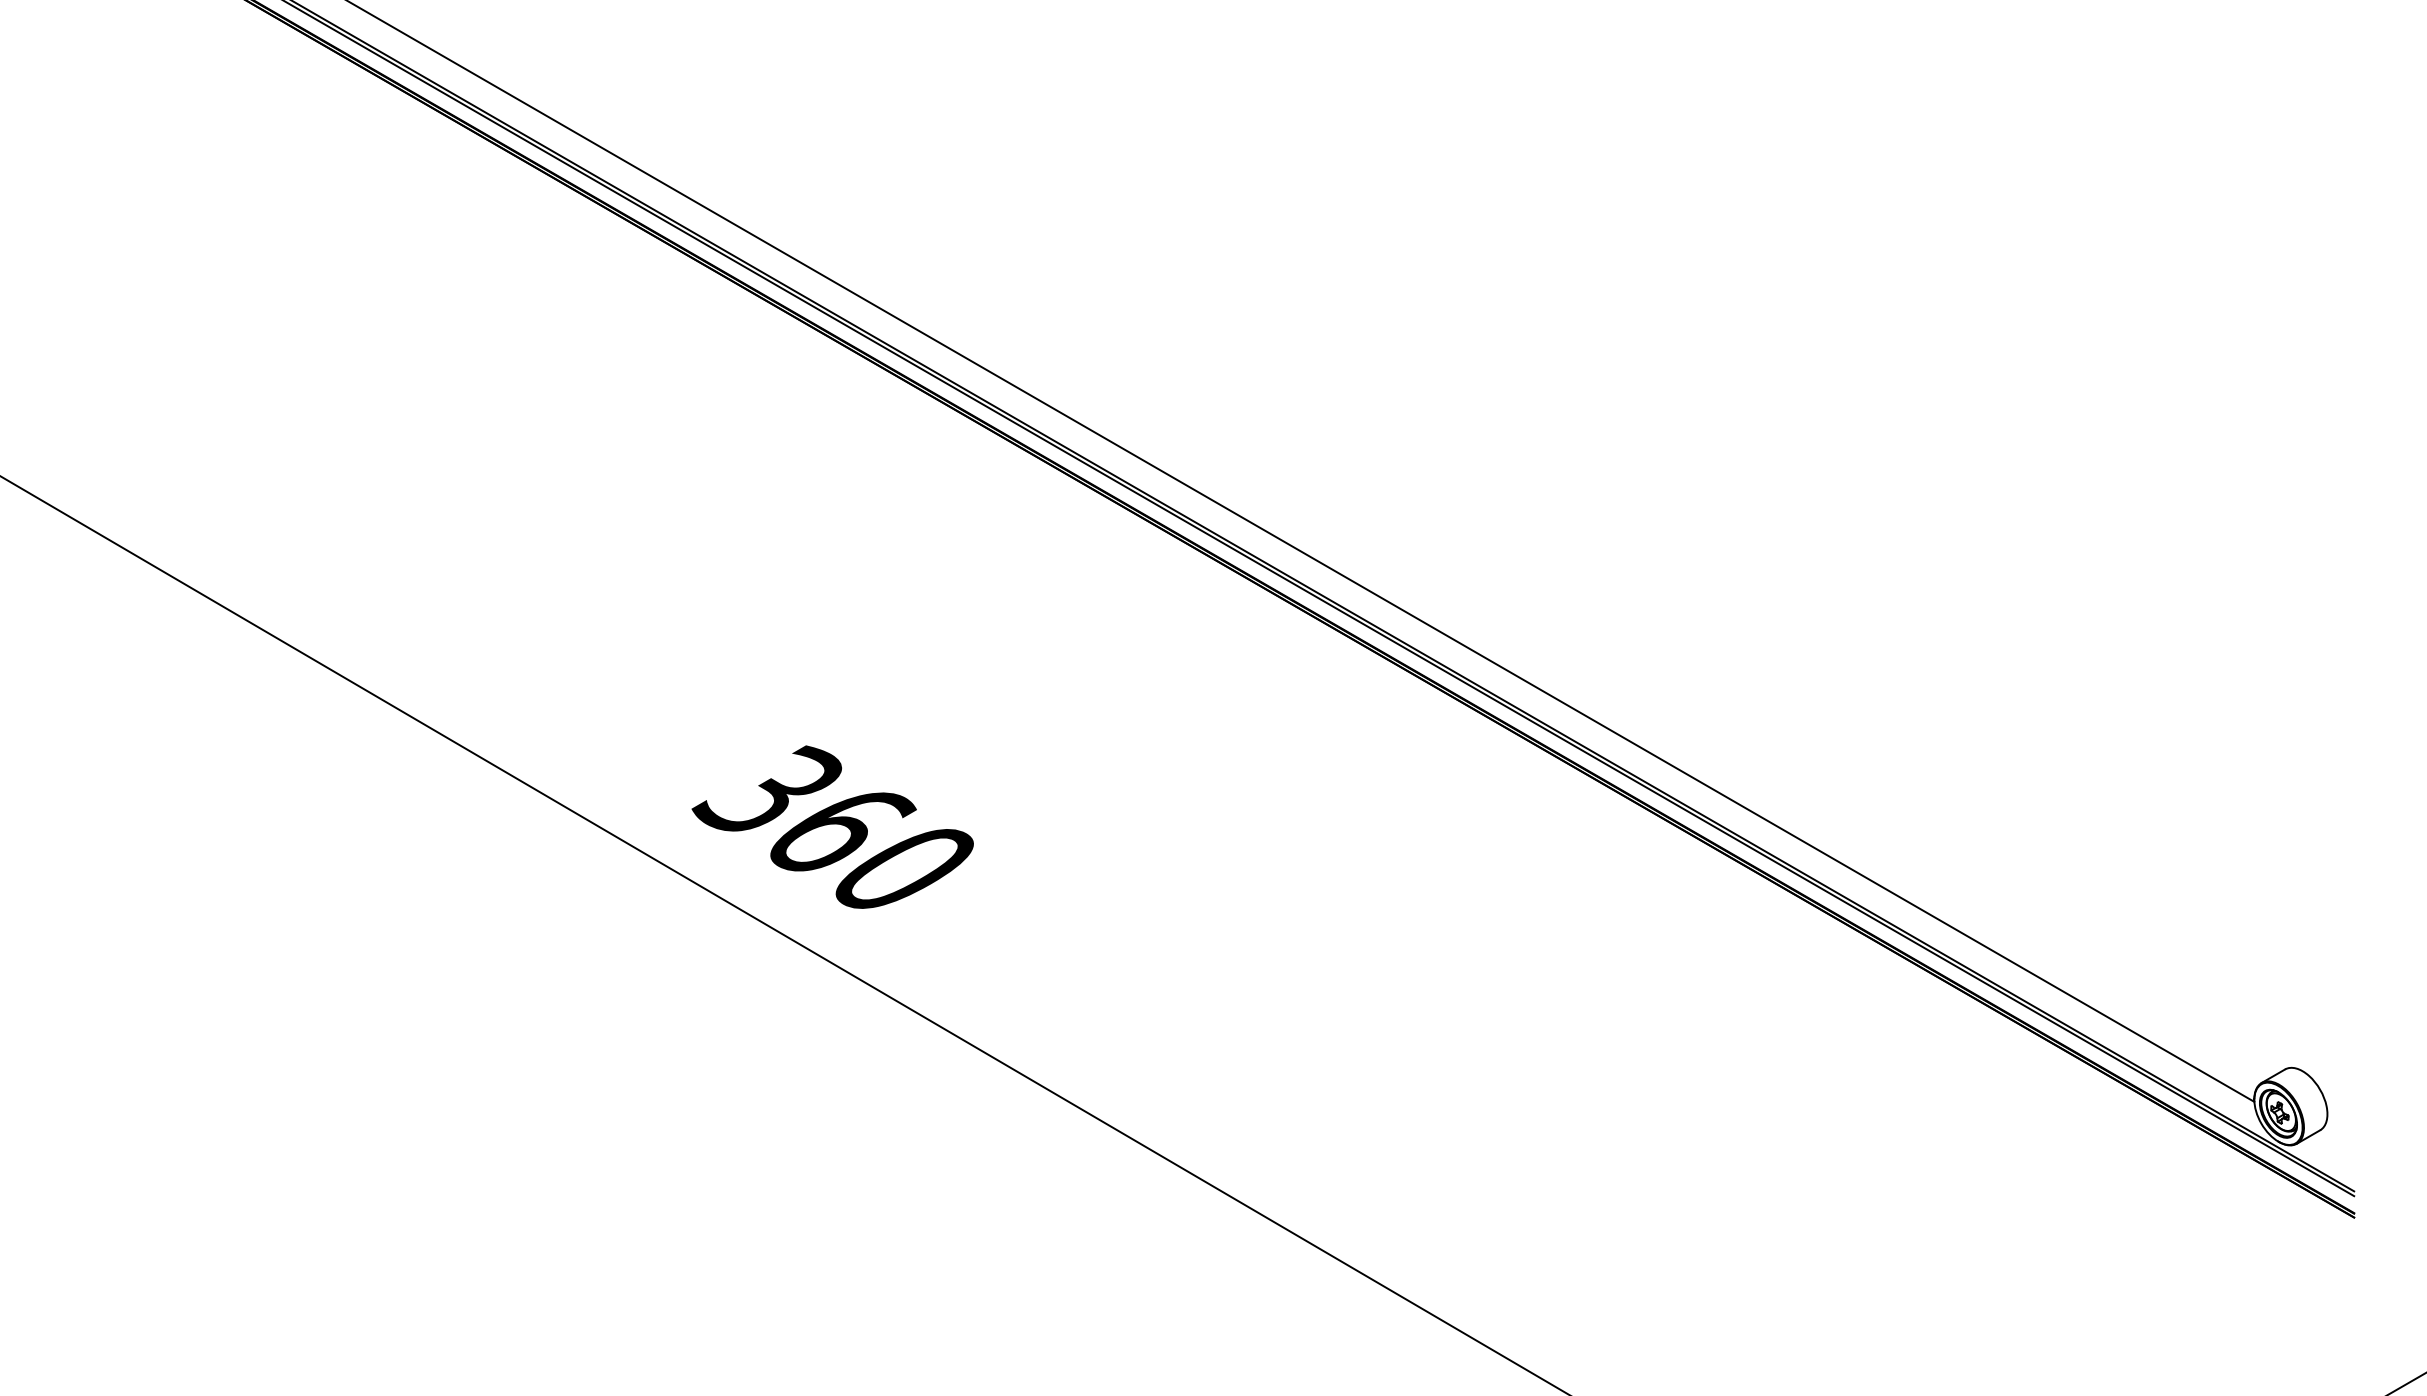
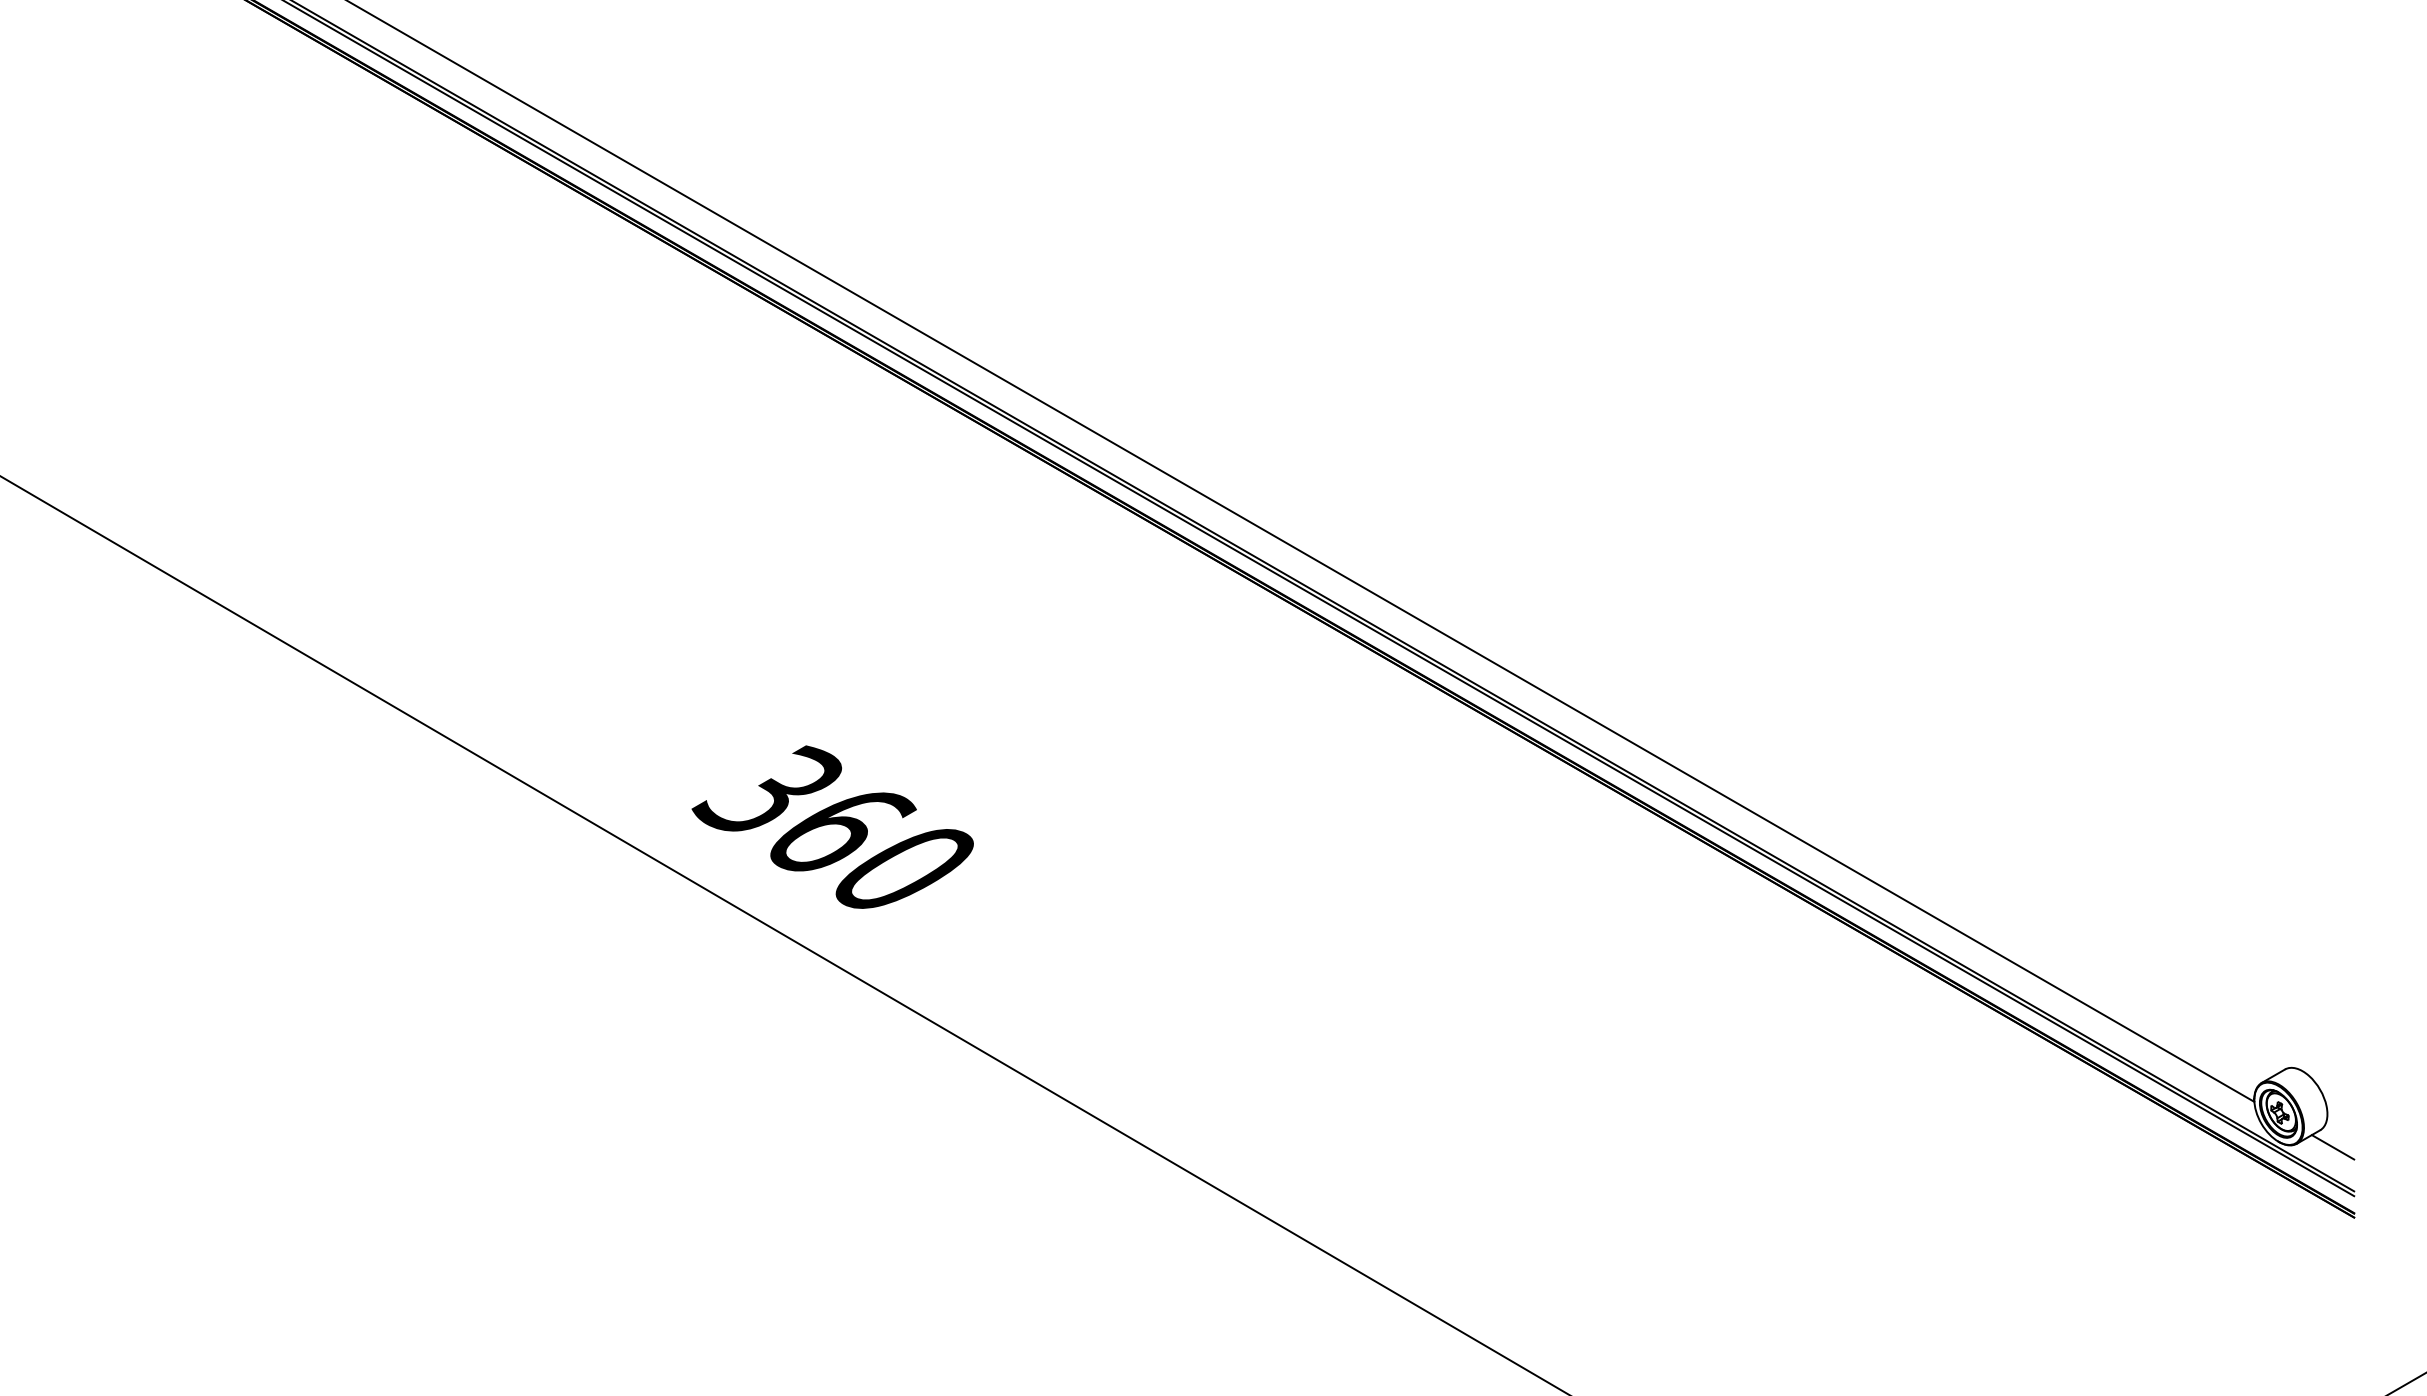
line at (2332, 1147): none -> present
